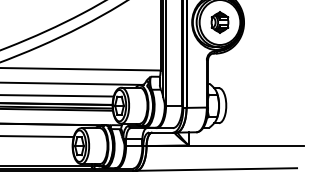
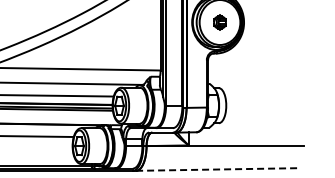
part at (219, 22) size: 20x23 px -> 14x17 px
line at (216, 169): solid -> dashed
